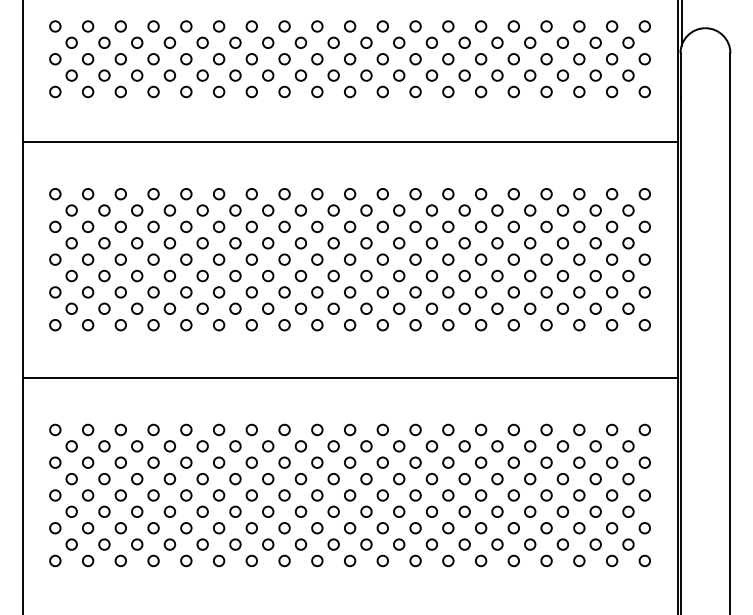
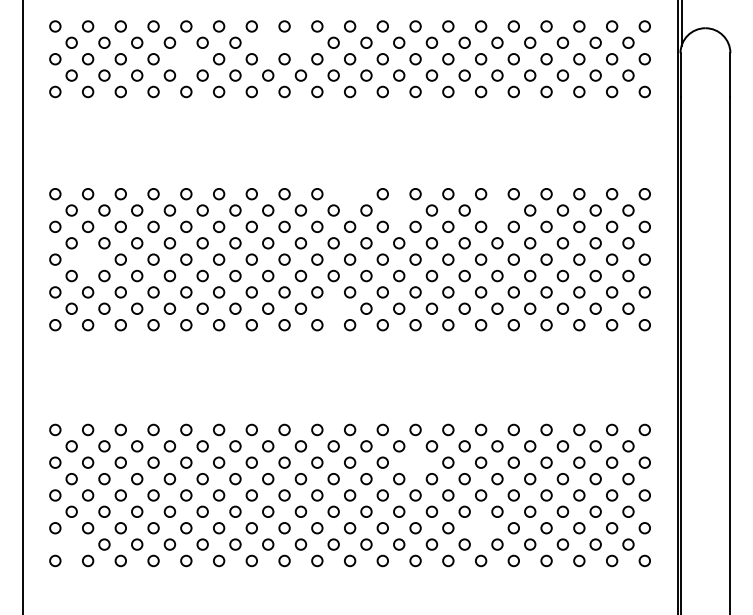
circle at (268, 42): present -> none
circle at (300, 42): present -> none
circle at (186, 59): present -> none
line at (349, 141): present -> none
circle at (350, 194): present -> none
circle at (399, 210): present -> none
circle at (497, 210): present -> none
circle at (88, 259): present -> none
circle at (333, 308): present -> none
line at (349, 377): present -> none
circle at (415, 462): present -> none
circle at (481, 528): present -> none
circle at (71, 544): present -> none
